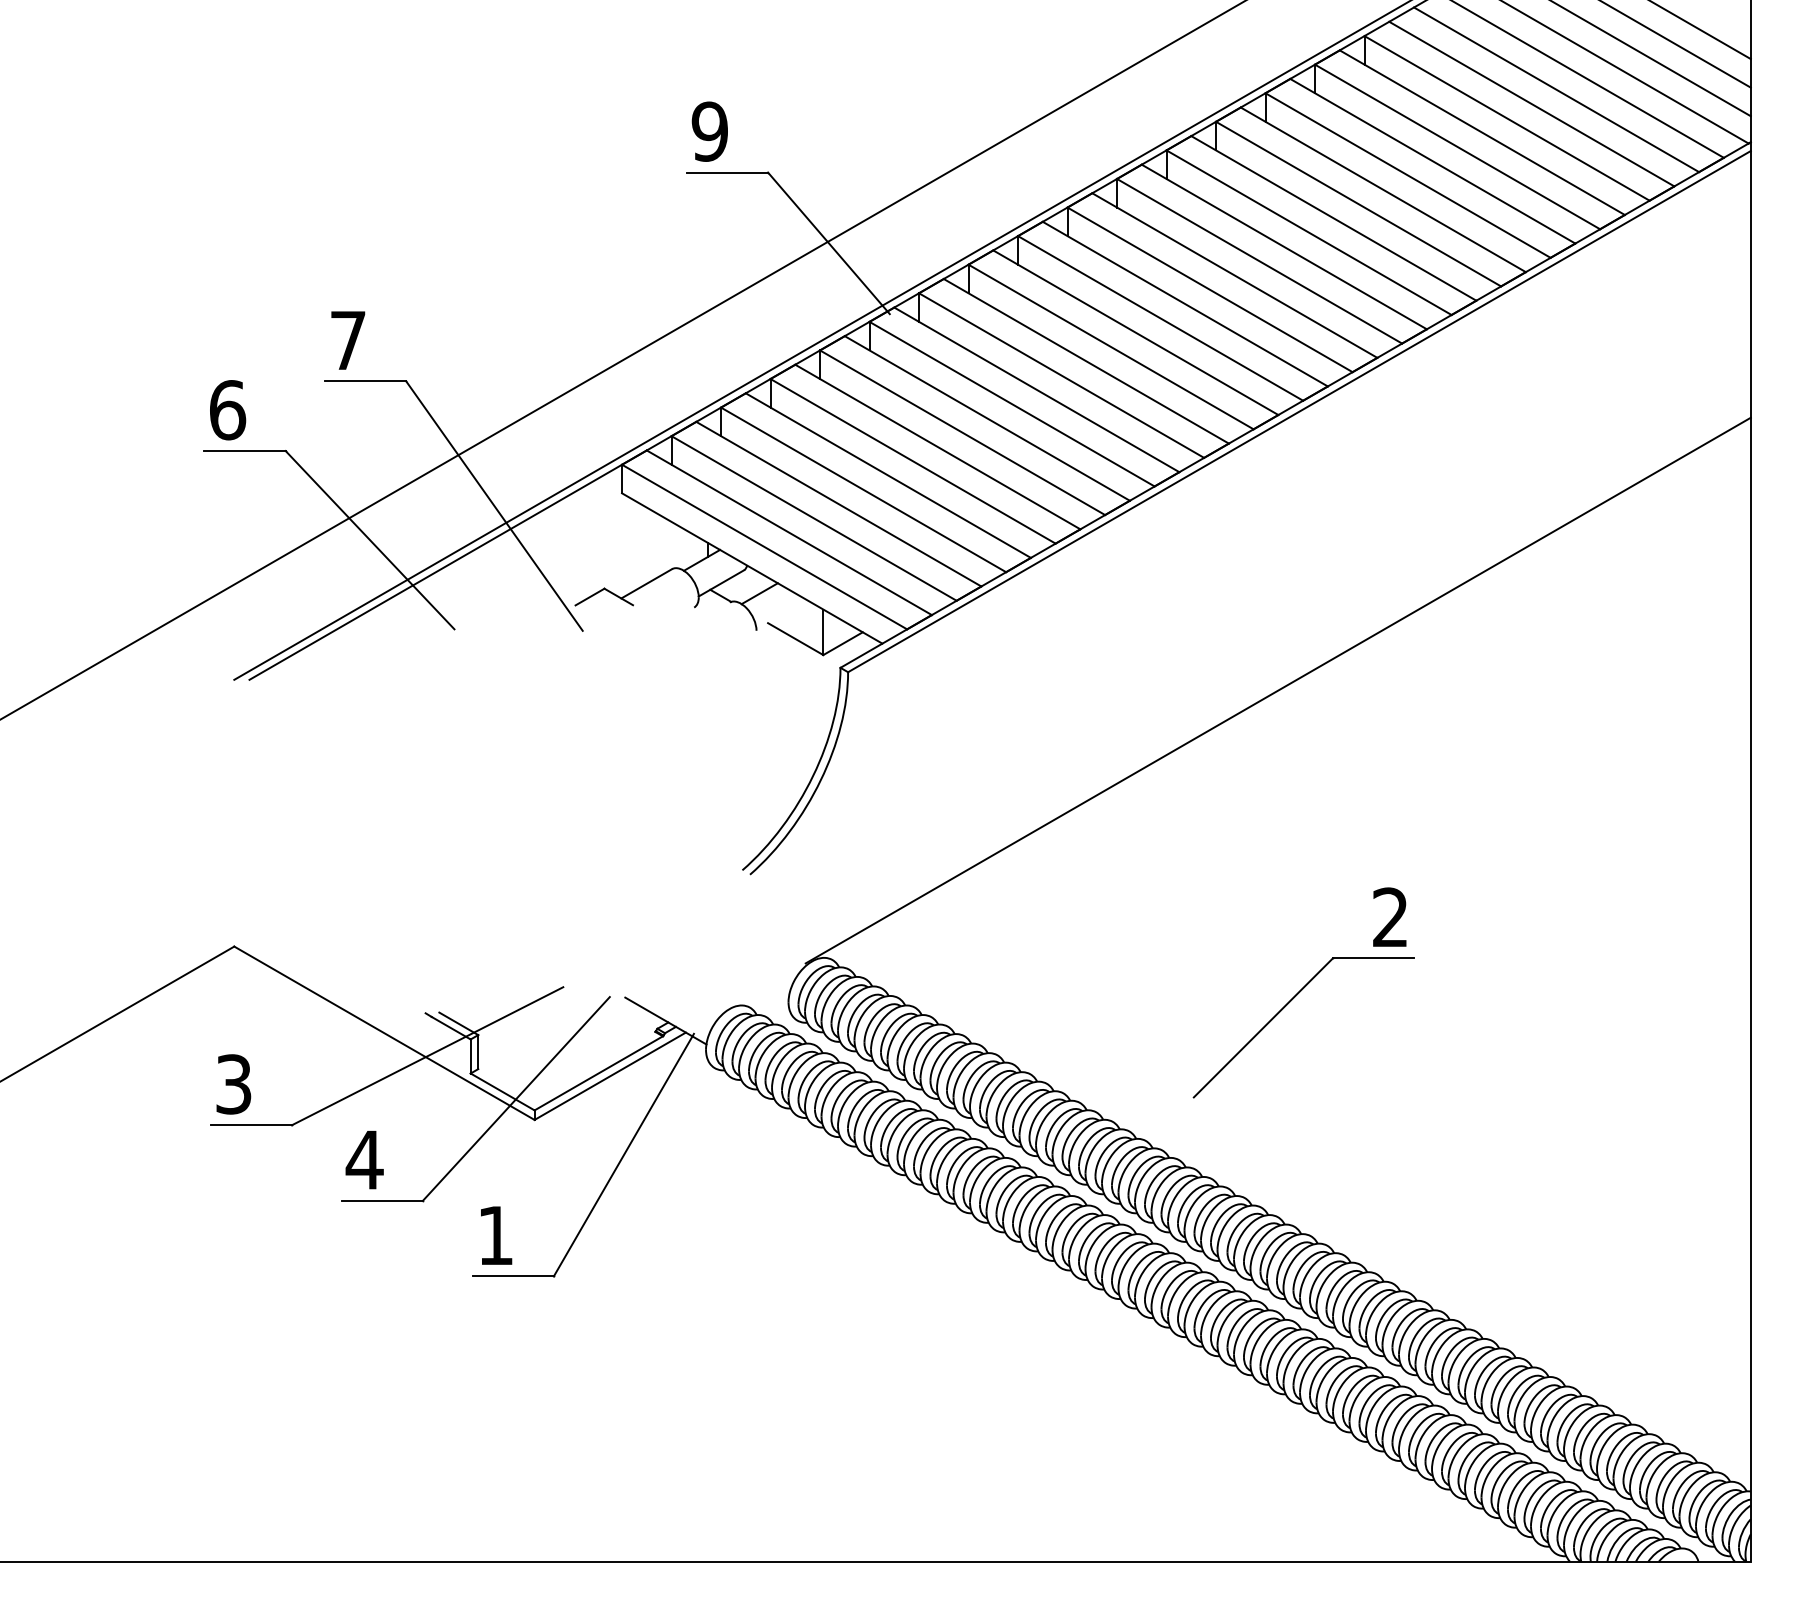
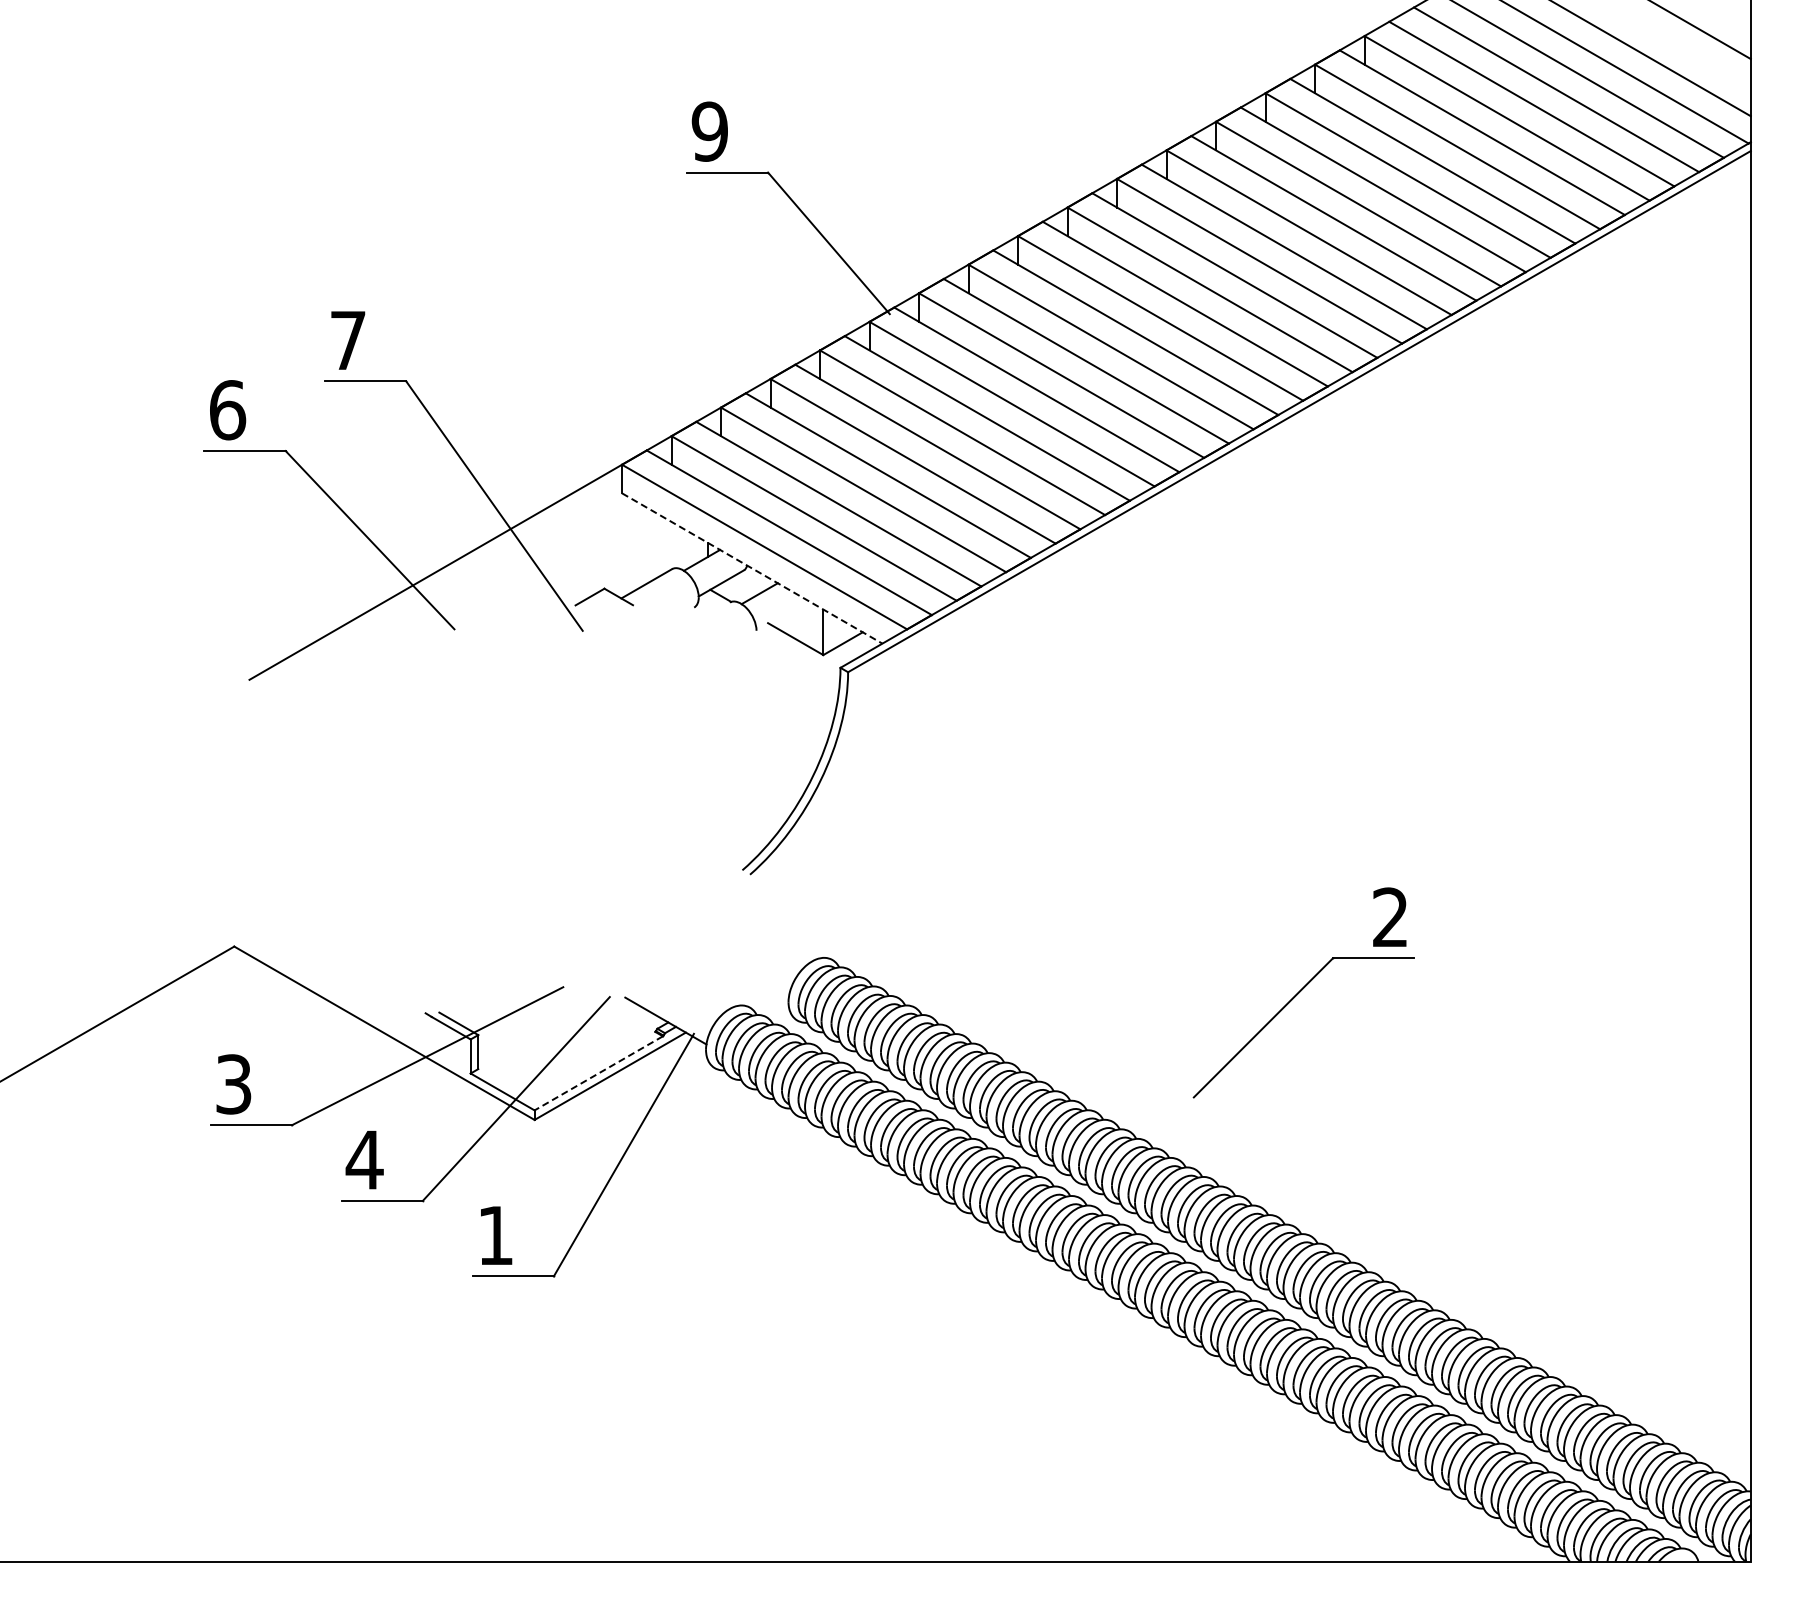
line at (1676, 44): present -> none
line at (820, 340): present -> none
line at (622, 360): present -> none
line at (752, 568): solid -> dashed
line at (1277, 690): present -> none
line at (598, 1073): solid -> dashed
